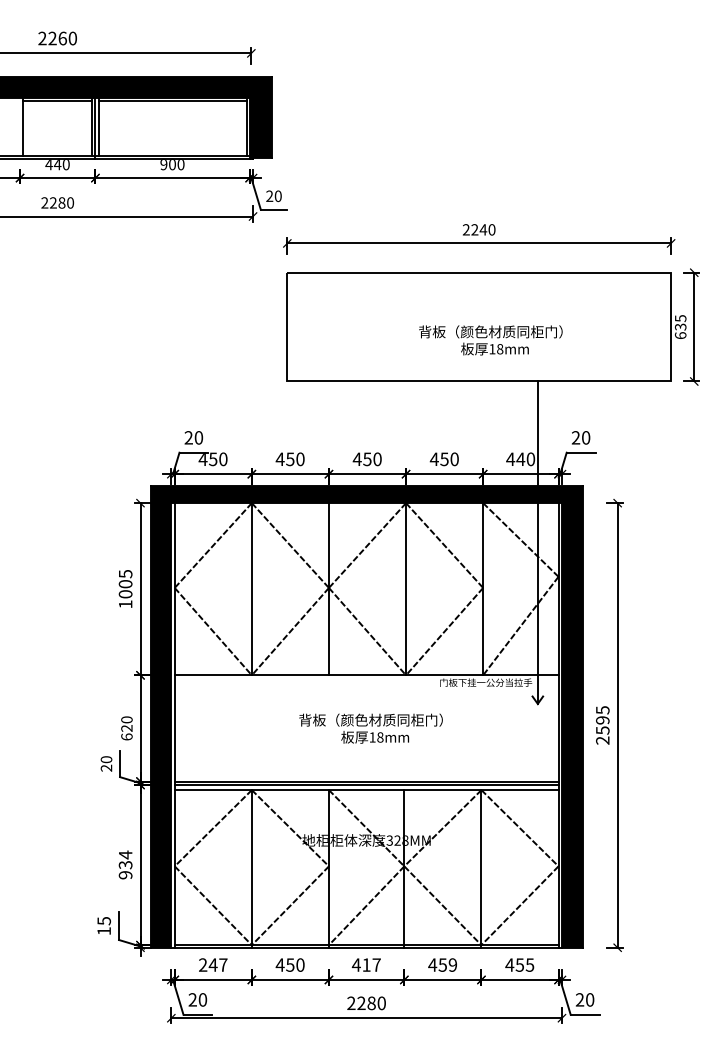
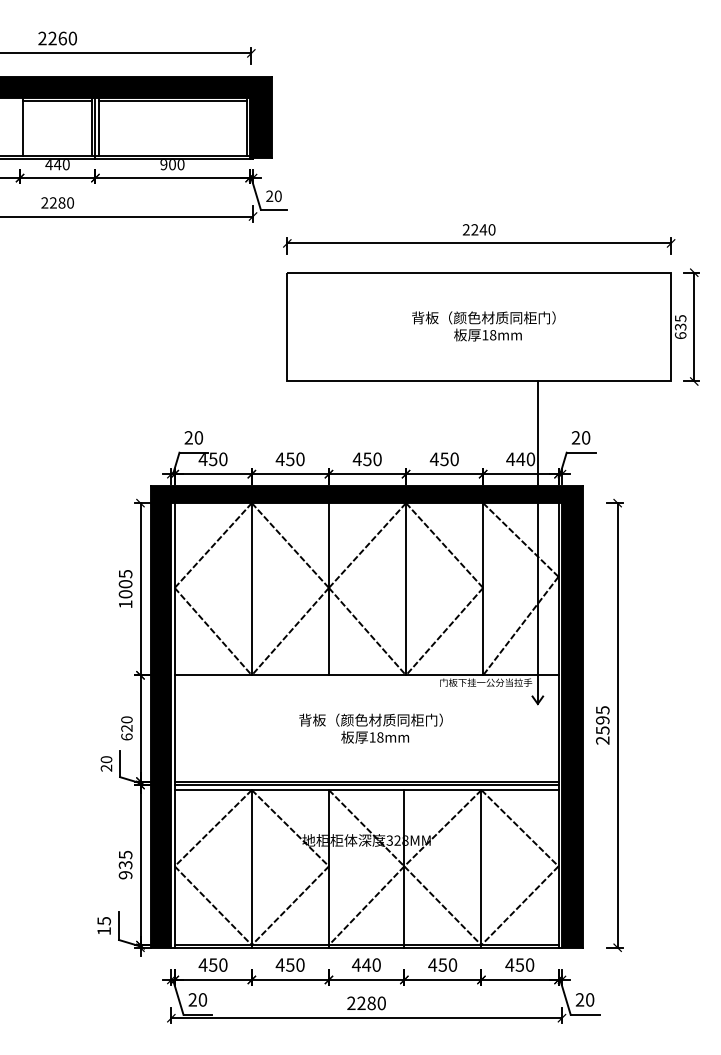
text at (490, 340) position: (490, 340) -> (483, 326)
text at (125, 854): 934 -> 935
text at (212, 964): 247 -> 450
text at (371, 964): 417 -> 440
text at (452, 964): 459 -> 450
text at (529, 964): 455 -> 450
